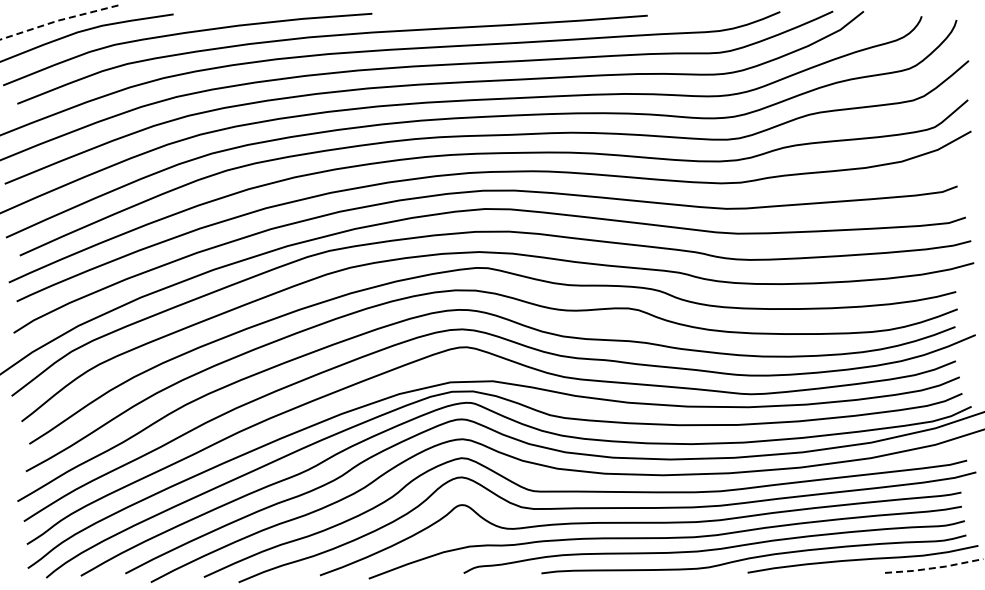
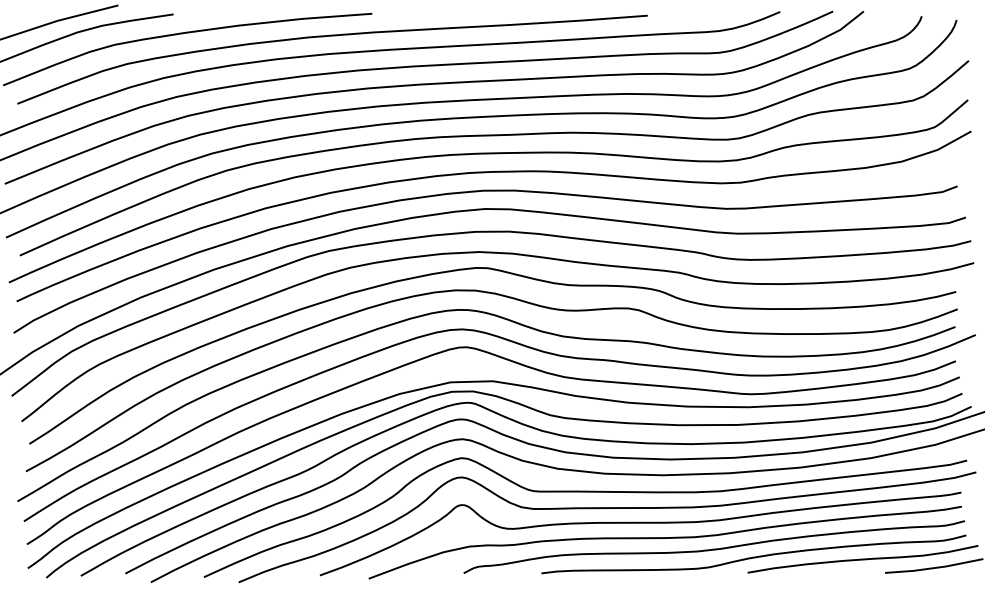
line at (57, 20): dashed -> solid
line at (935, 567): dashed -> solid
